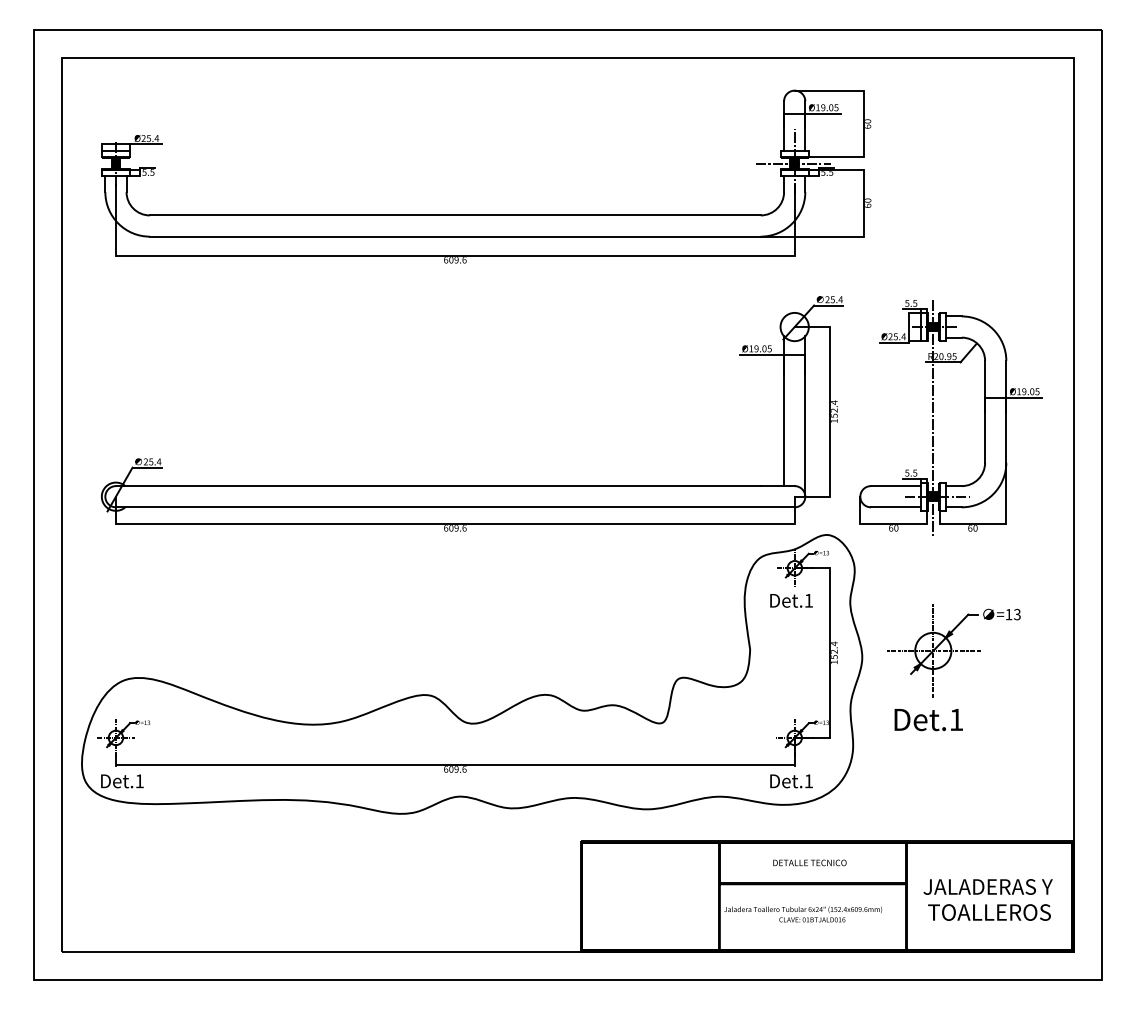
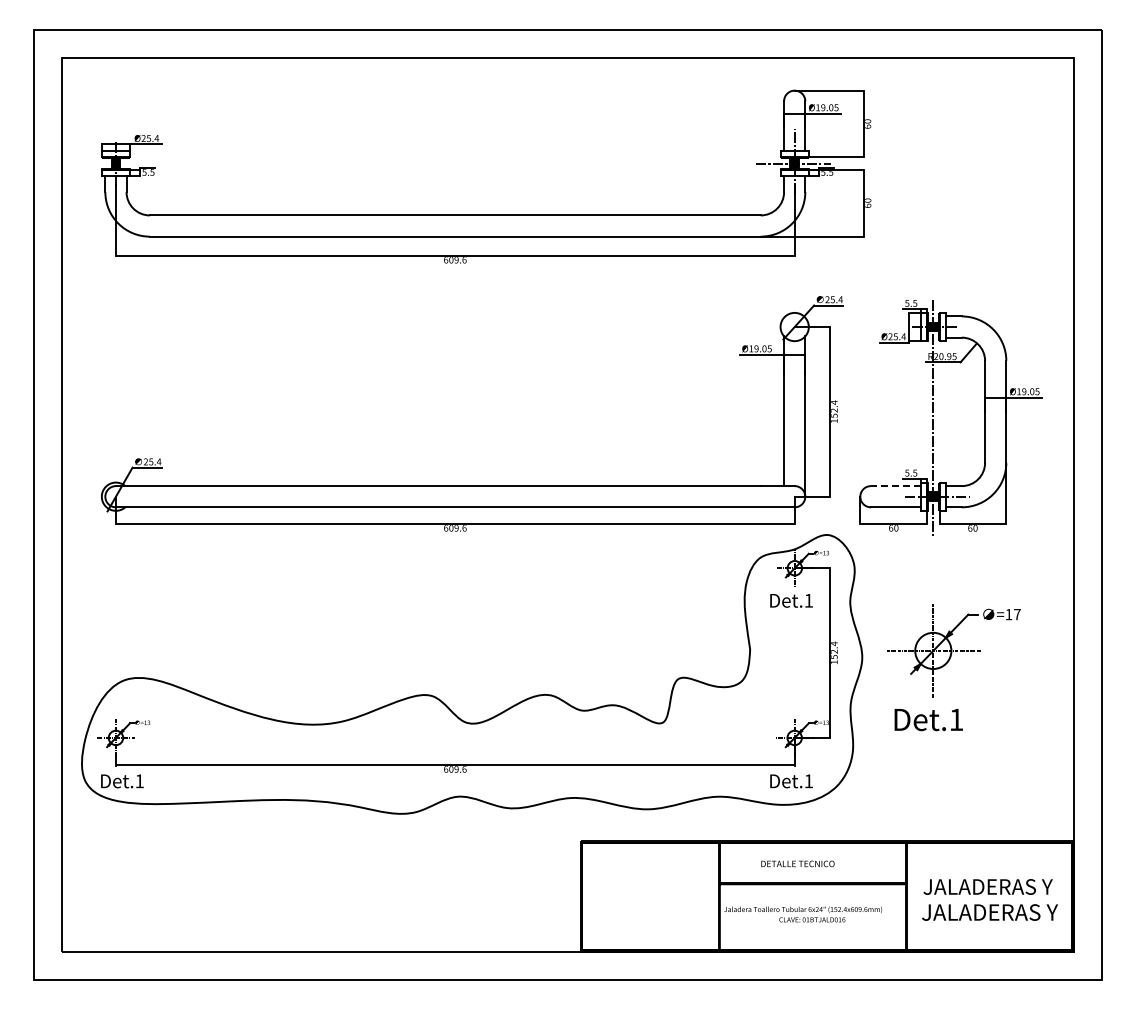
line at (895, 486): solid -> dashed
text at (1016, 614): =13 -> =17
text at (809, 862) position: (809, 862) -> (797, 863)
text at (989, 912): TOALLEROS -> JALADERAS Y
